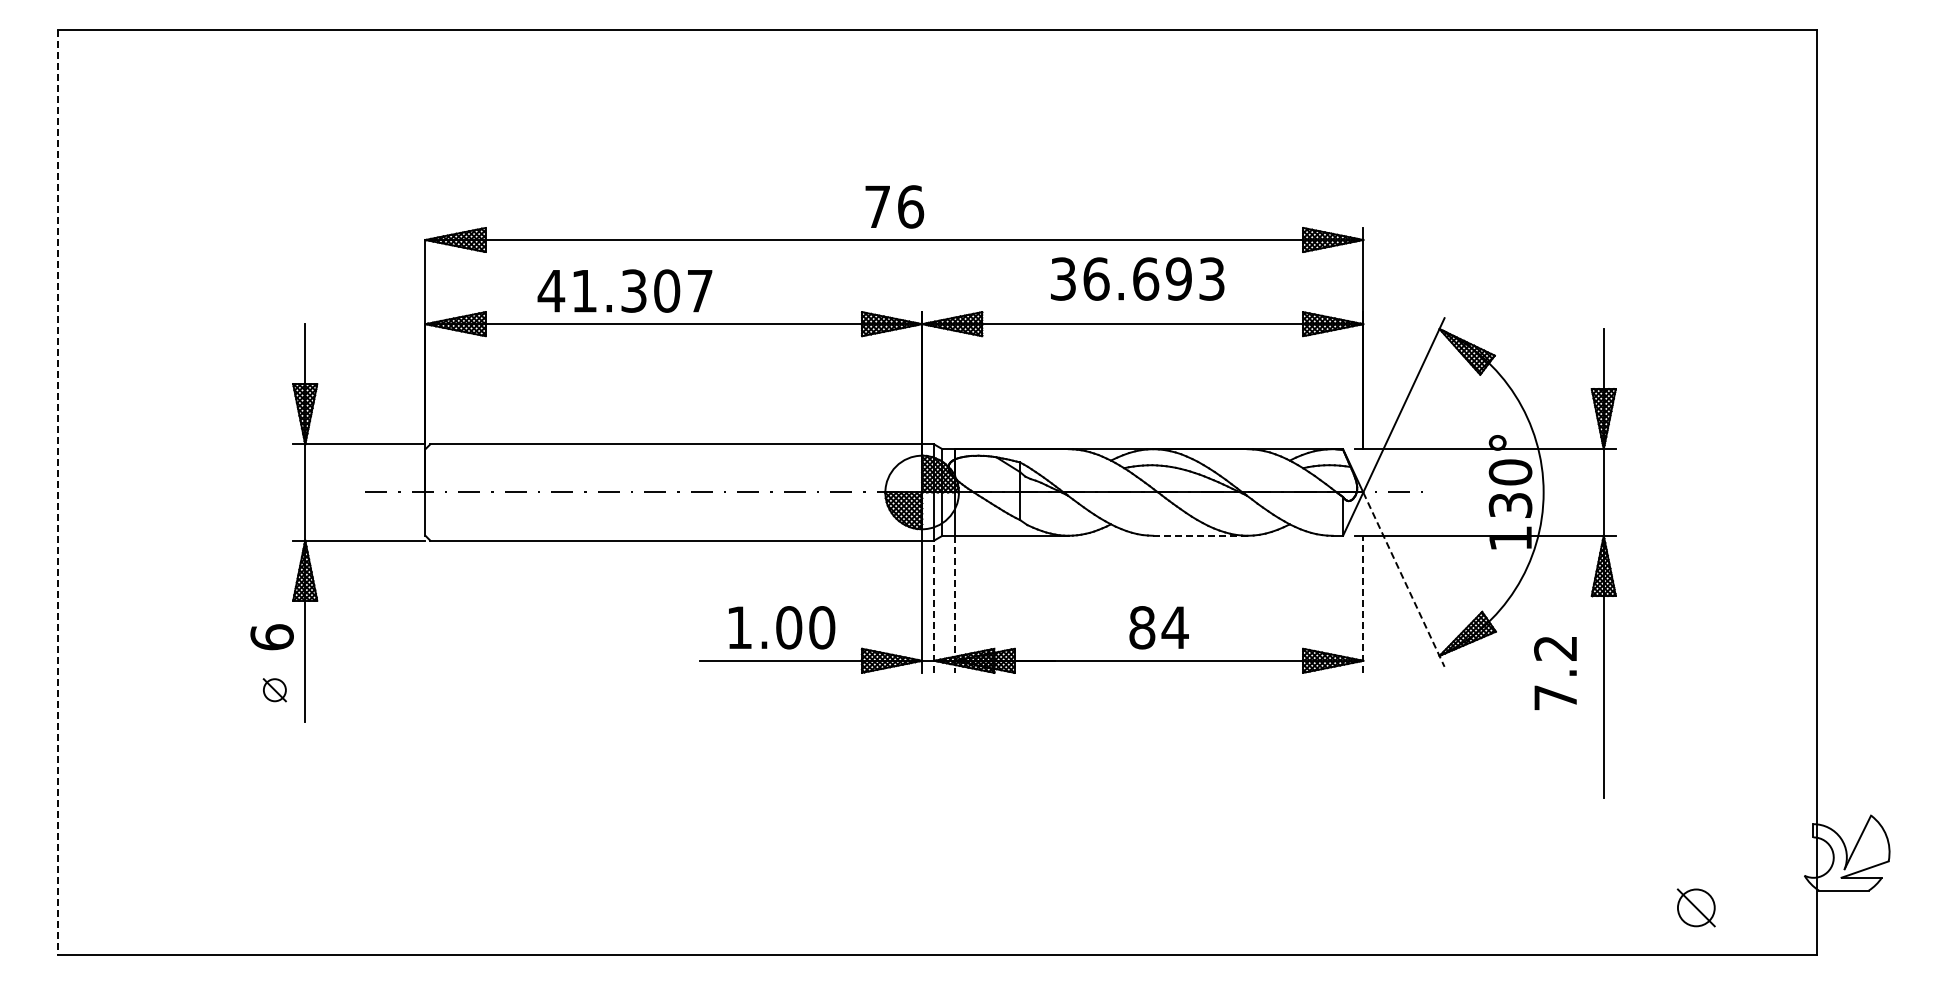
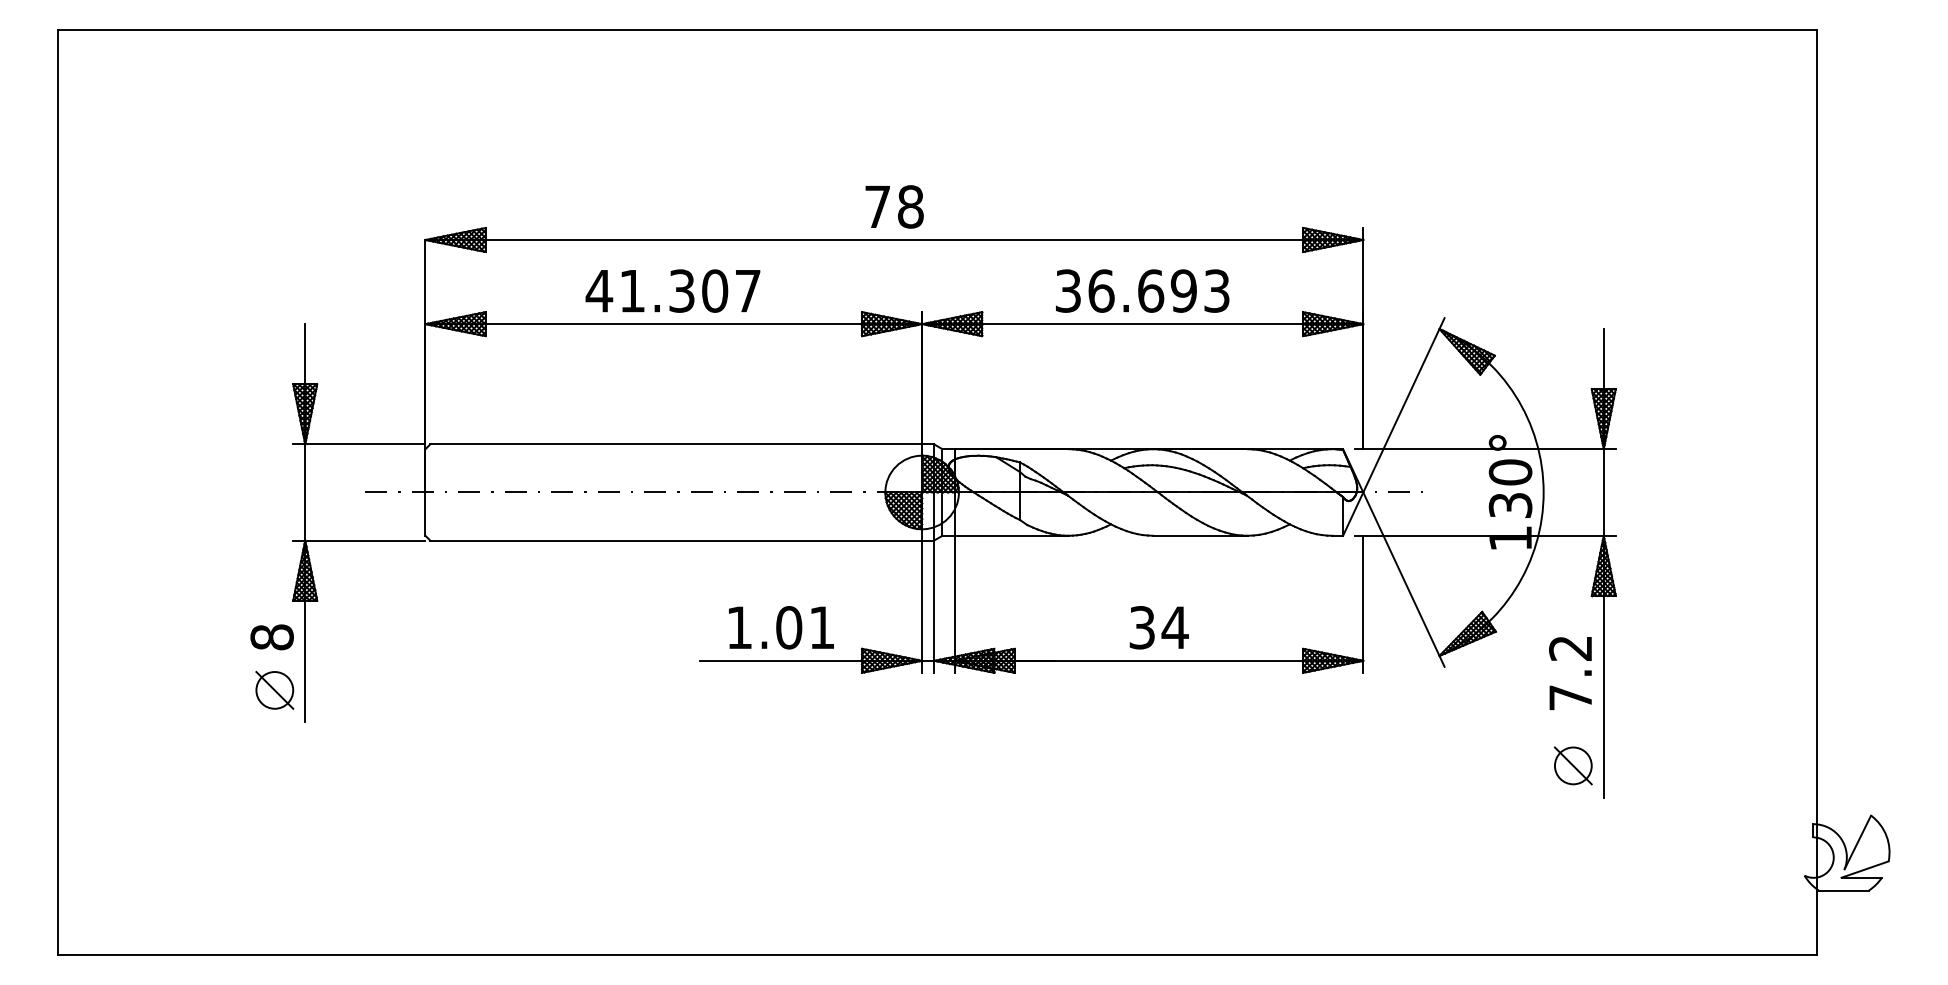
text at (911, 206): 76 -> 78
text at (1137, 278) position: (1137, 278) -> (1142, 290)
text at (624, 290) position: (624, 290) -> (672, 290)
line at (58, 492): dashed -> solid
line at (1199, 535): dashed -> solid
line at (1404, 580): dashed -> solid
line at (954, 604): dashed -> solid
line at (1363, 604): dashed -> solid
line at (934, 606): dashed -> solid
text at (822, 627): 1.00 -> 1.01
text at (1142, 627): 84 -> 34
text at (271, 637): 6 -> 8
text at (1555, 673) position: (1555, 673) -> (1570, 673)
part at (274, 690) size: 25x25 px -> 40x40 px
part at (1695, 907) position: (1695, 907) -> (1572, 765)
